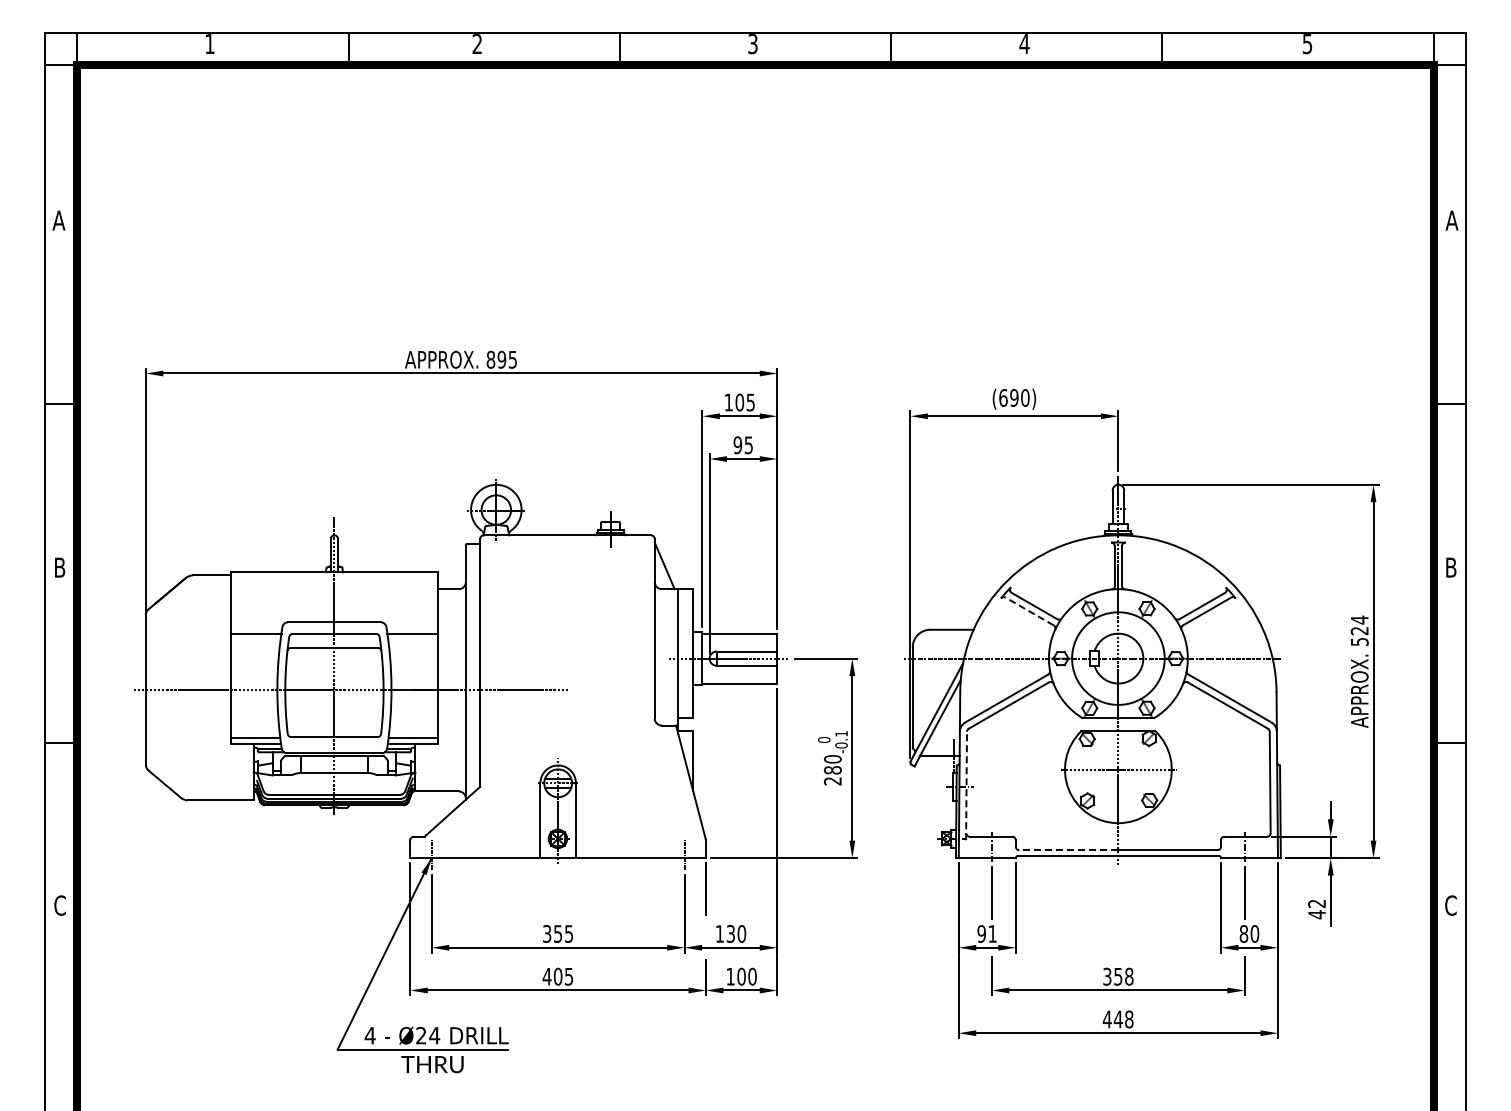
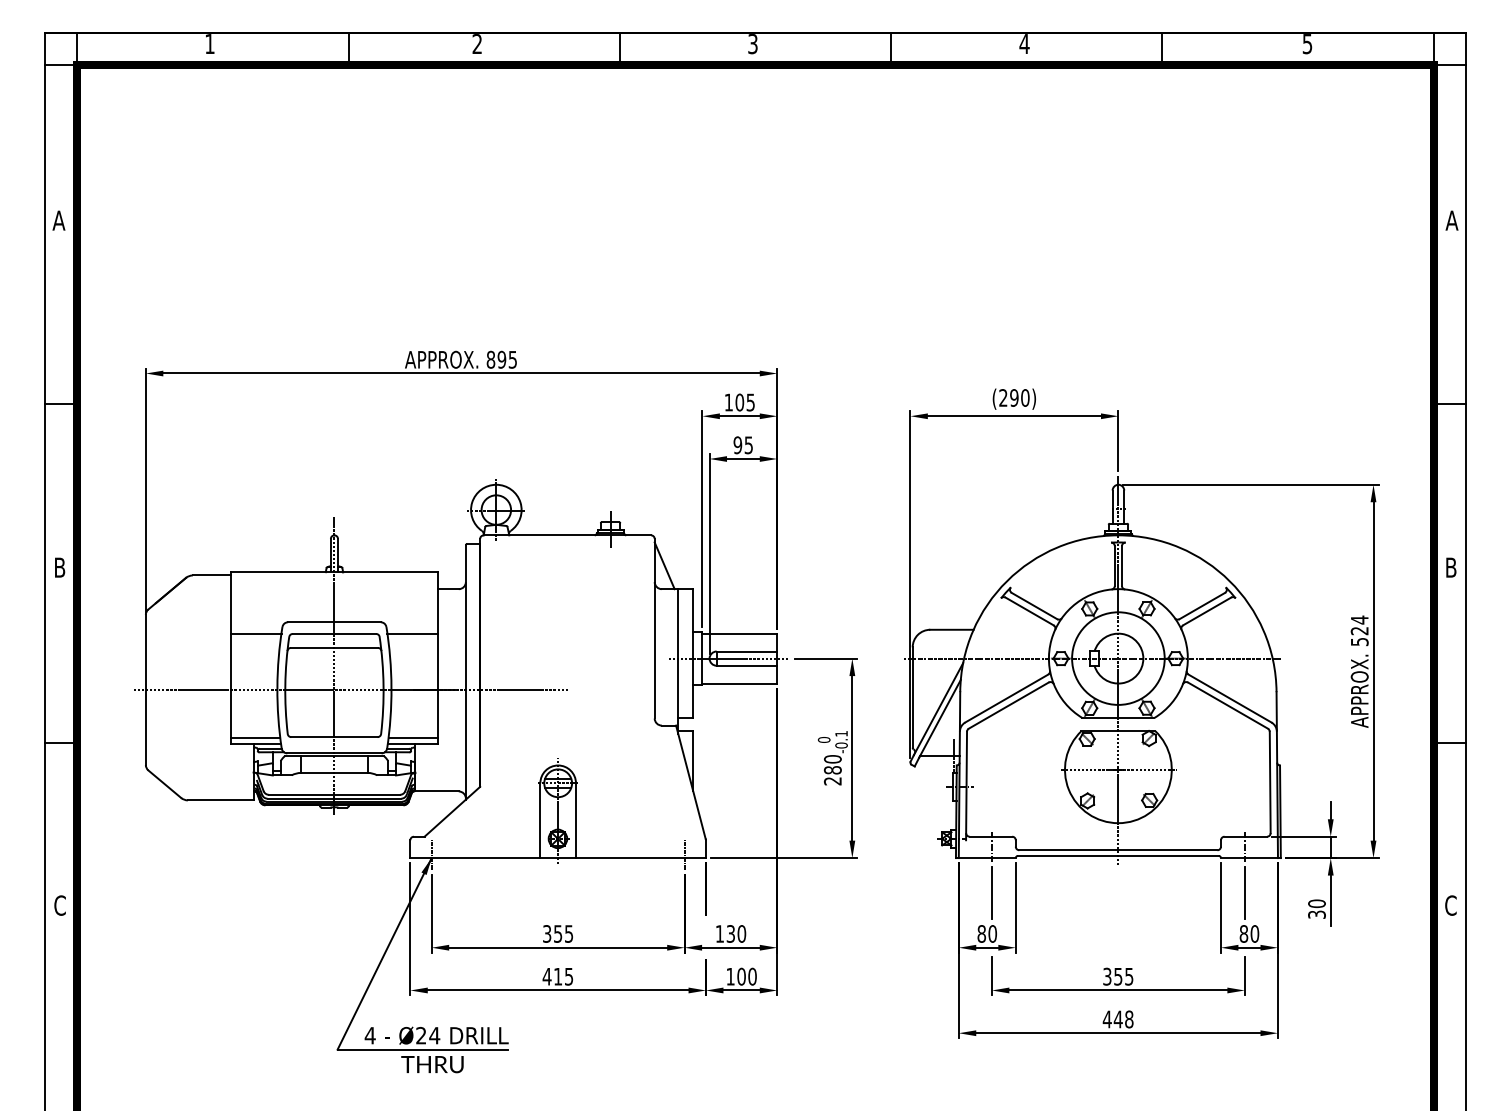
text at (1003, 397): (690) -> (290)
line at (1029, 611): dashed -> solid
line at (966, 785): dashed -> solid
line at (1068, 850): dashed -> solid
text at (1316, 909): 42 -> 30
text at (986, 933): 91 -> 80
text at (557, 976): 405 -> 415
text at (1129, 976): 358 -> 355
